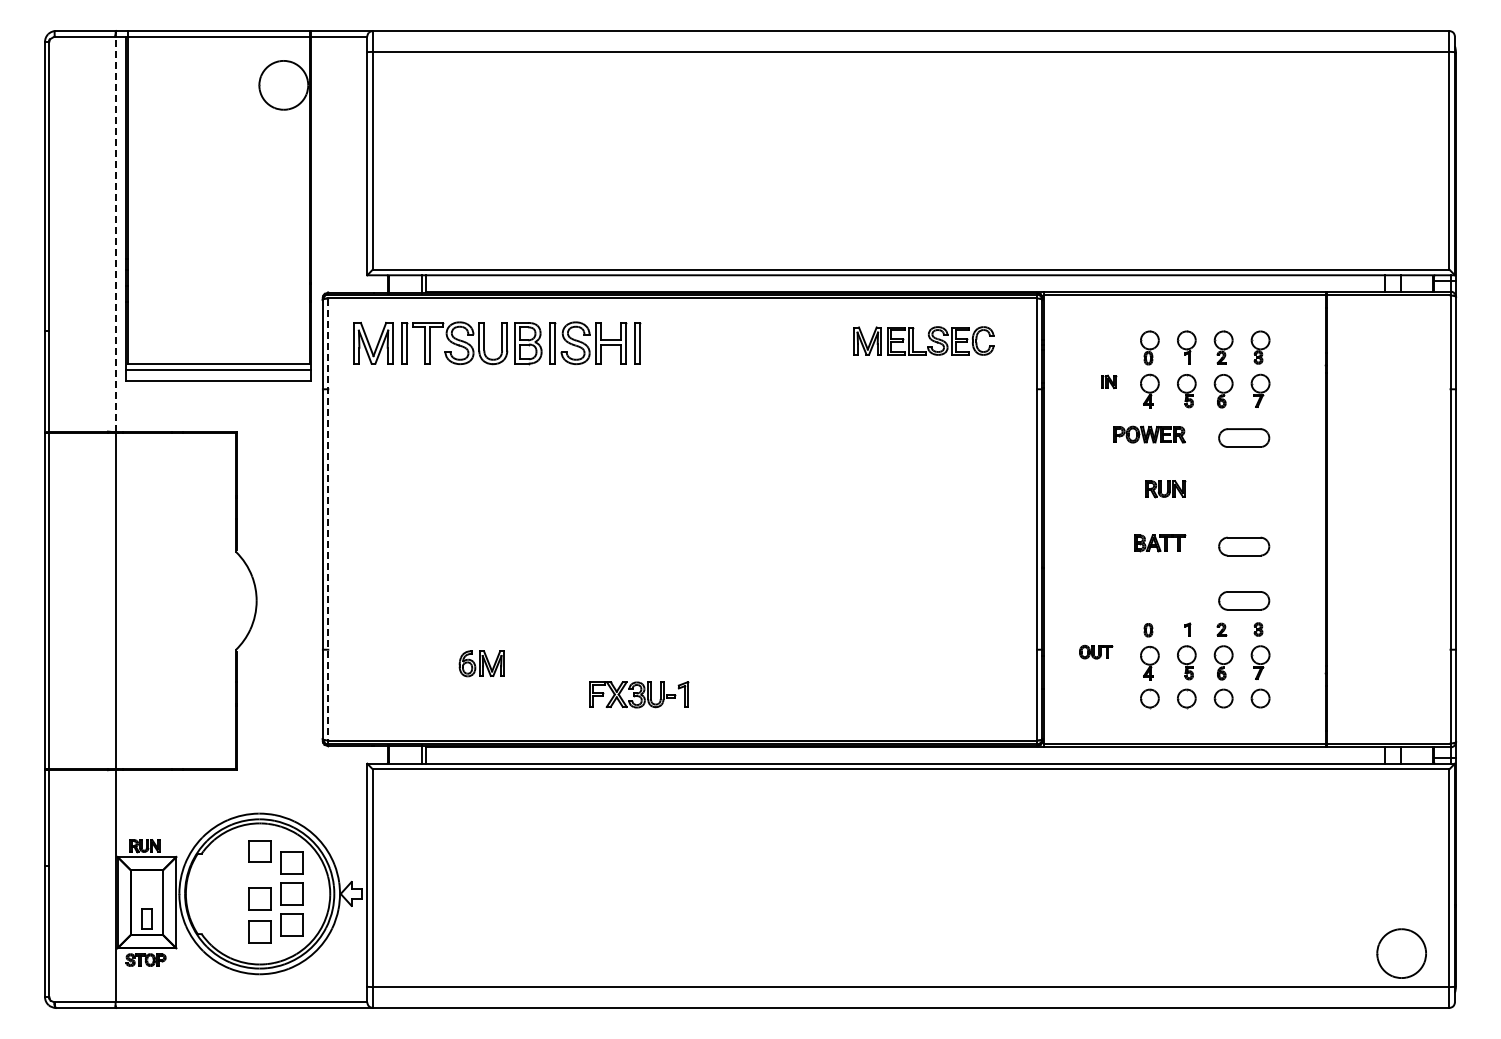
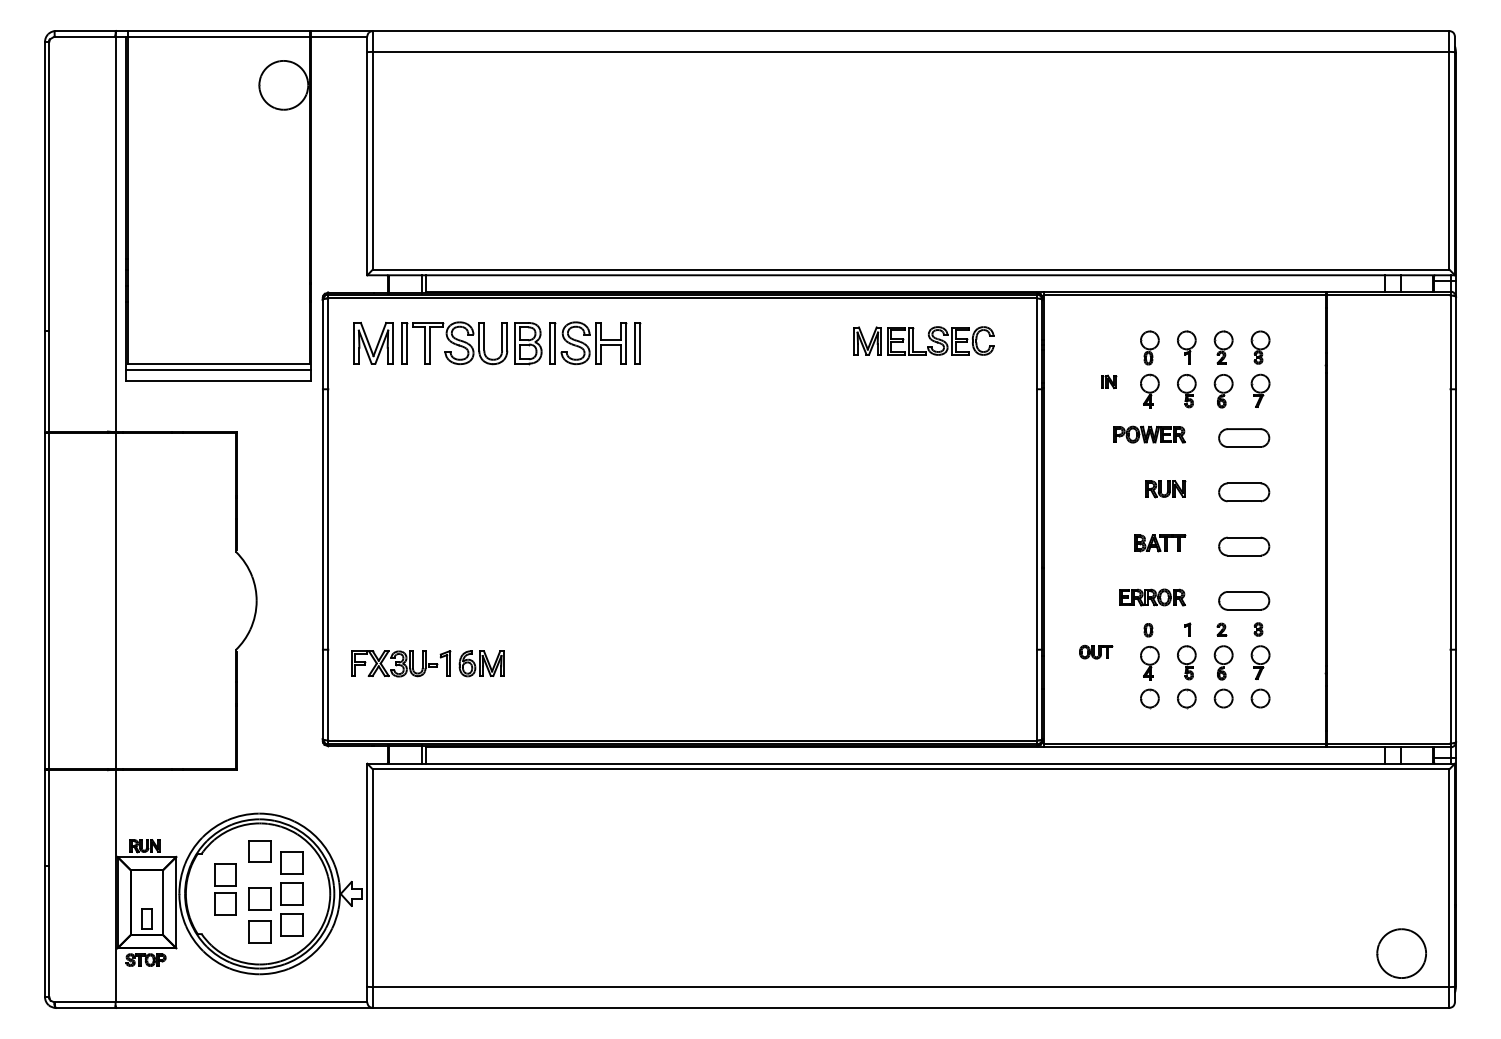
line at (115, 234): dashed -> solid
part at (1244, 492): none -> present
line at (328, 519): dashed -> solid
part at (1152, 597): none -> present
part at (639, 694) position: (639, 694) -> (401, 663)
part at (225, 889): none -> present
